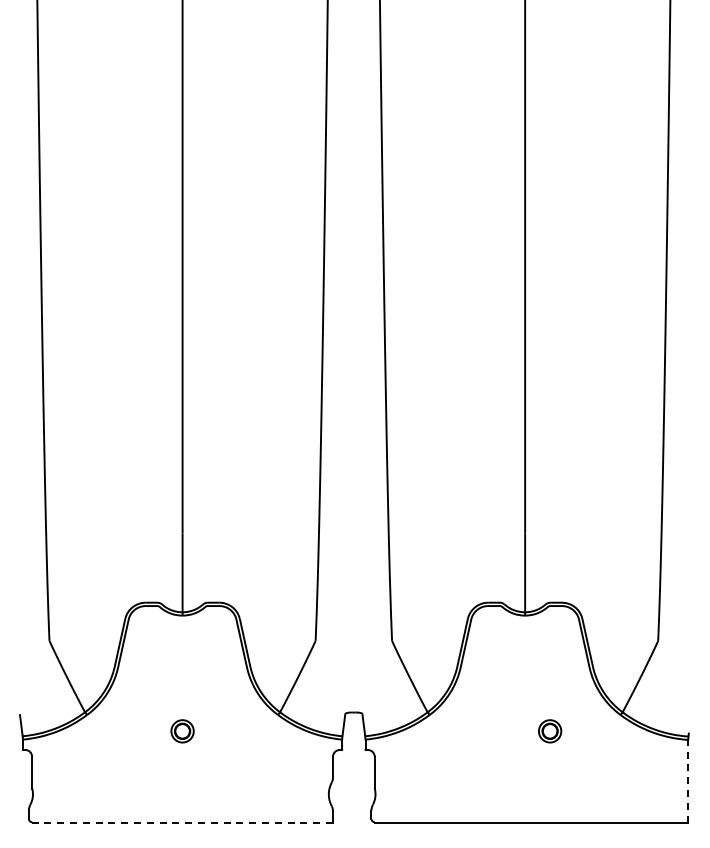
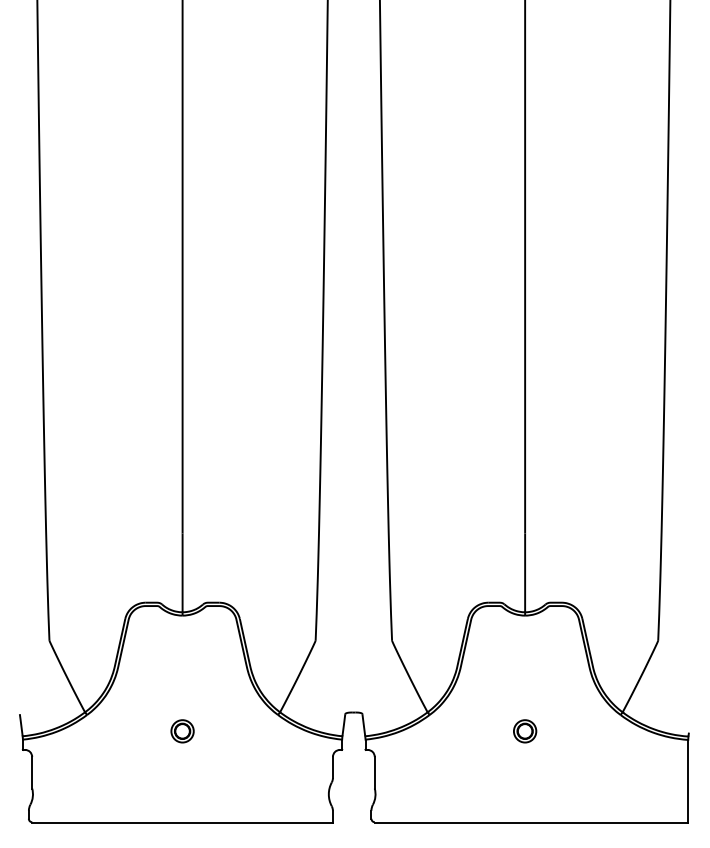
part at (550, 731) position: (550, 731) -> (525, 731)
line at (688, 780): dashed -> solid
line at (182, 822): dashed -> solid
